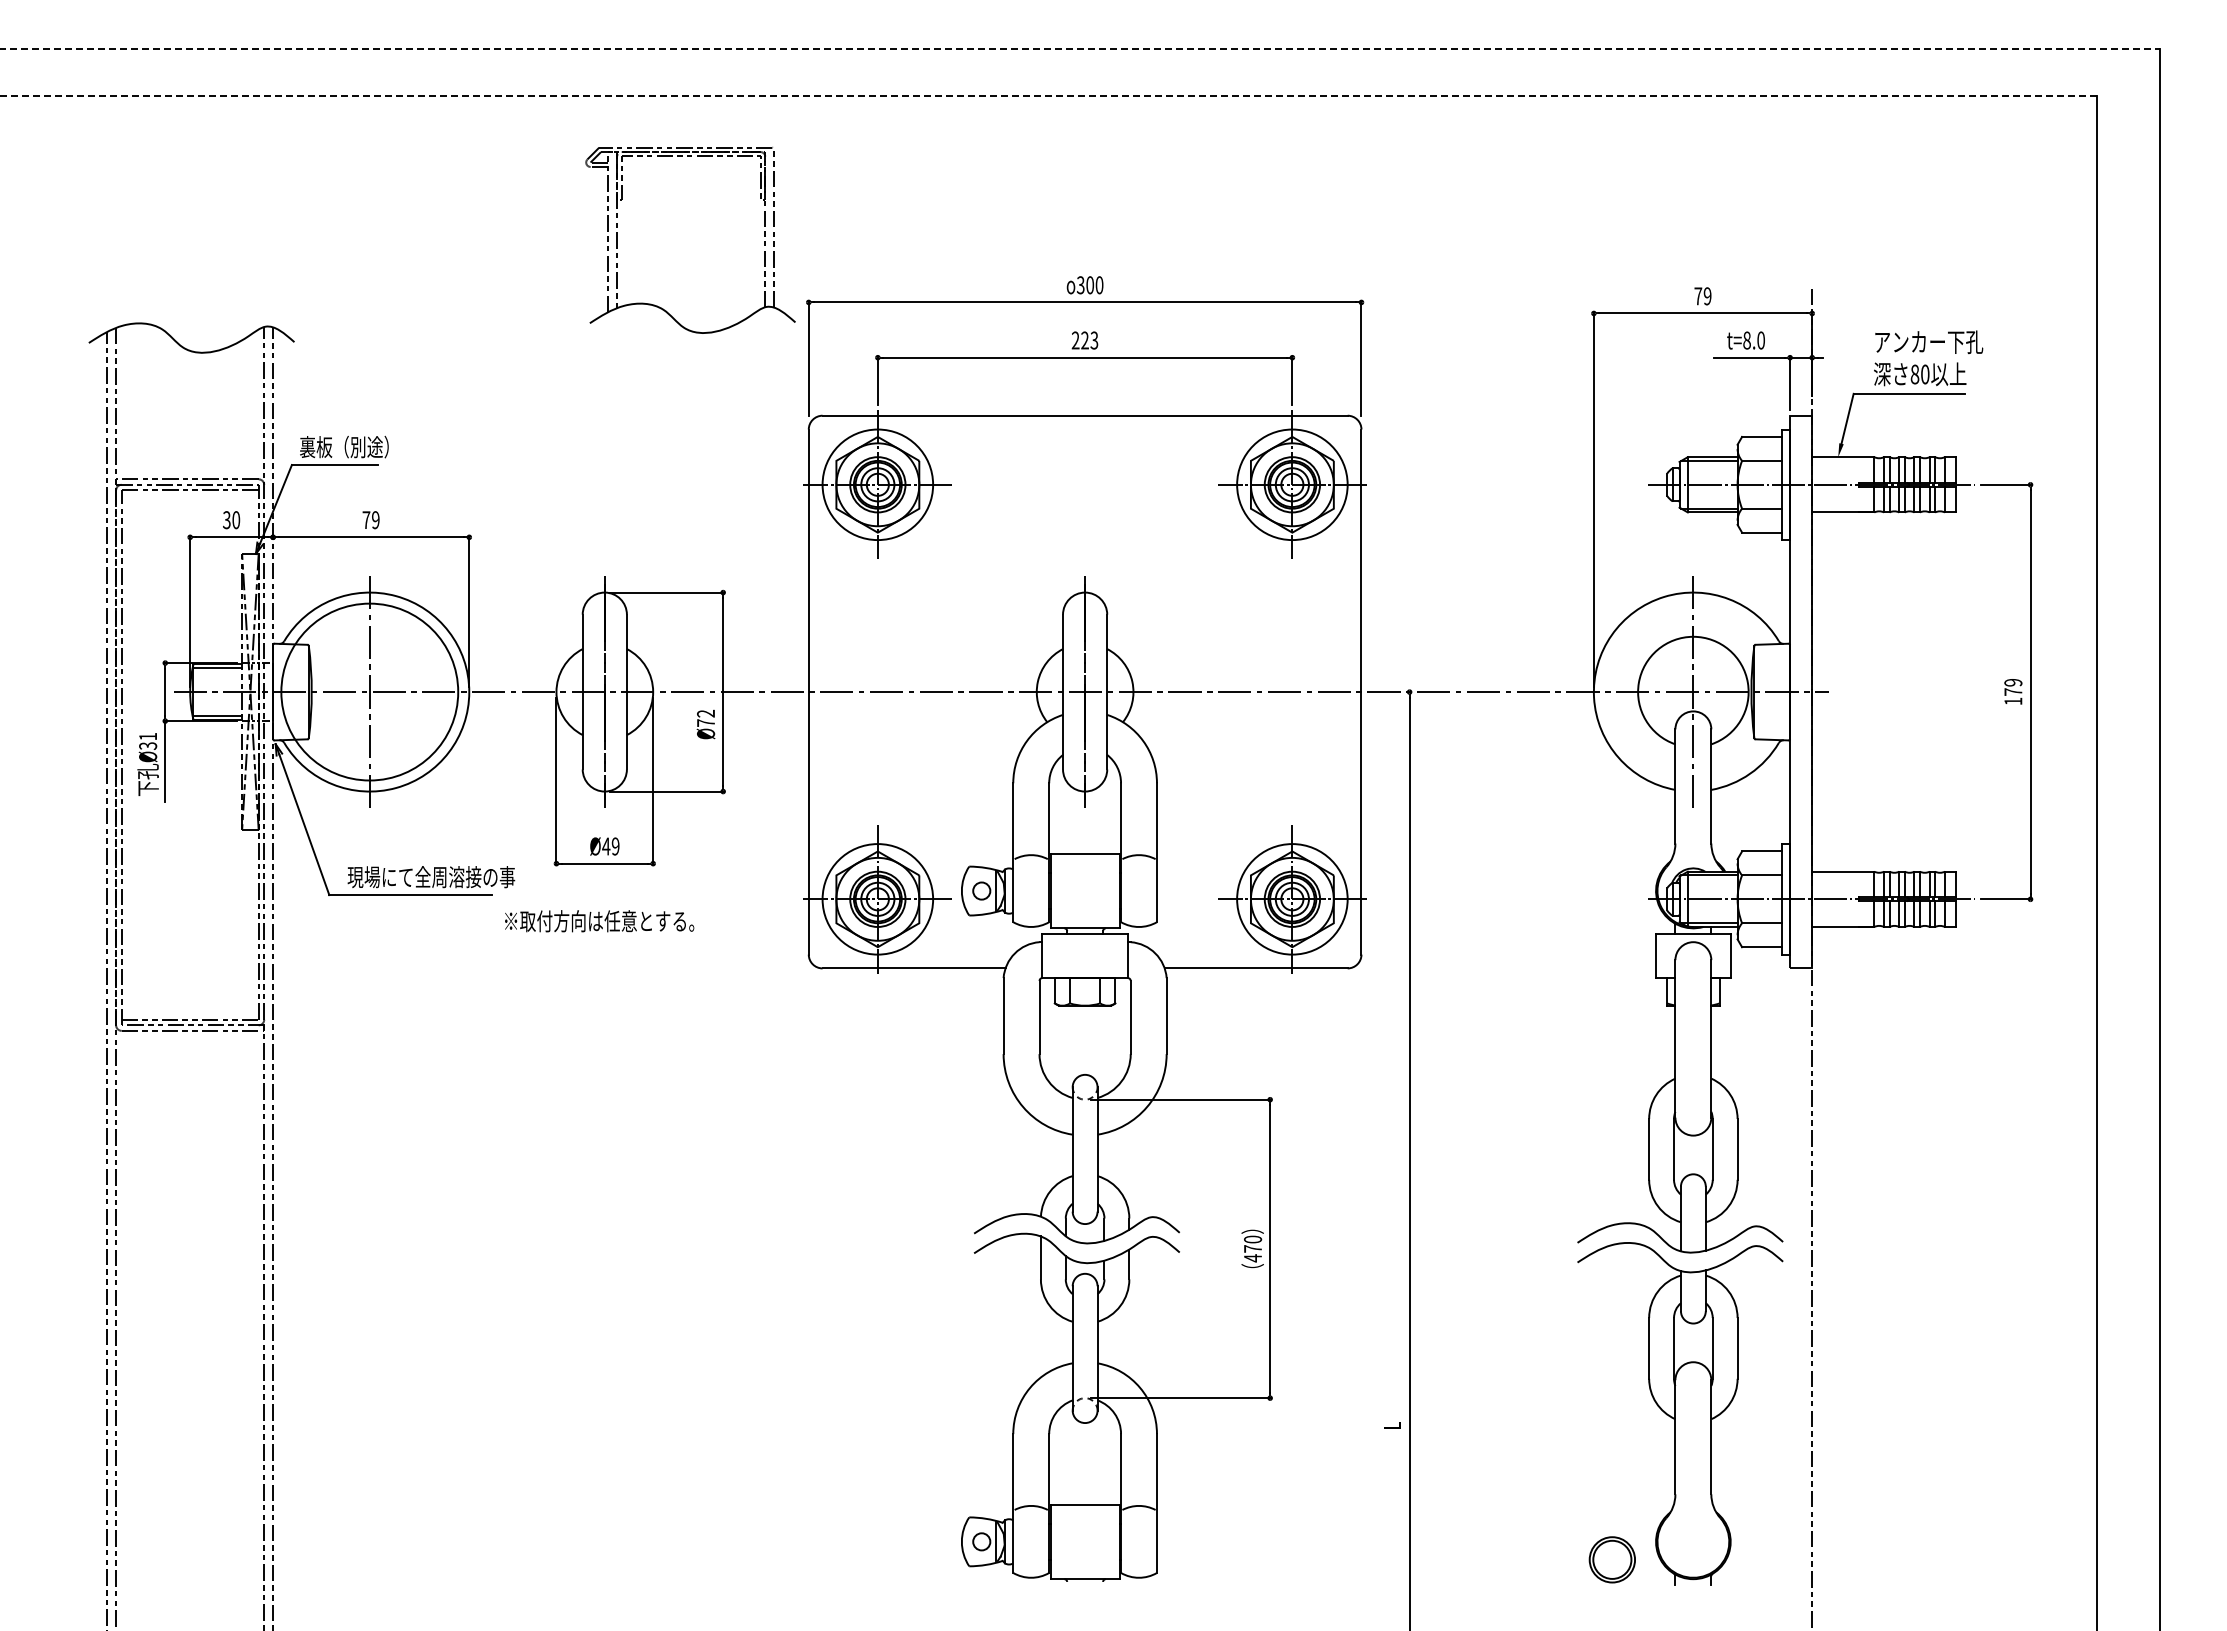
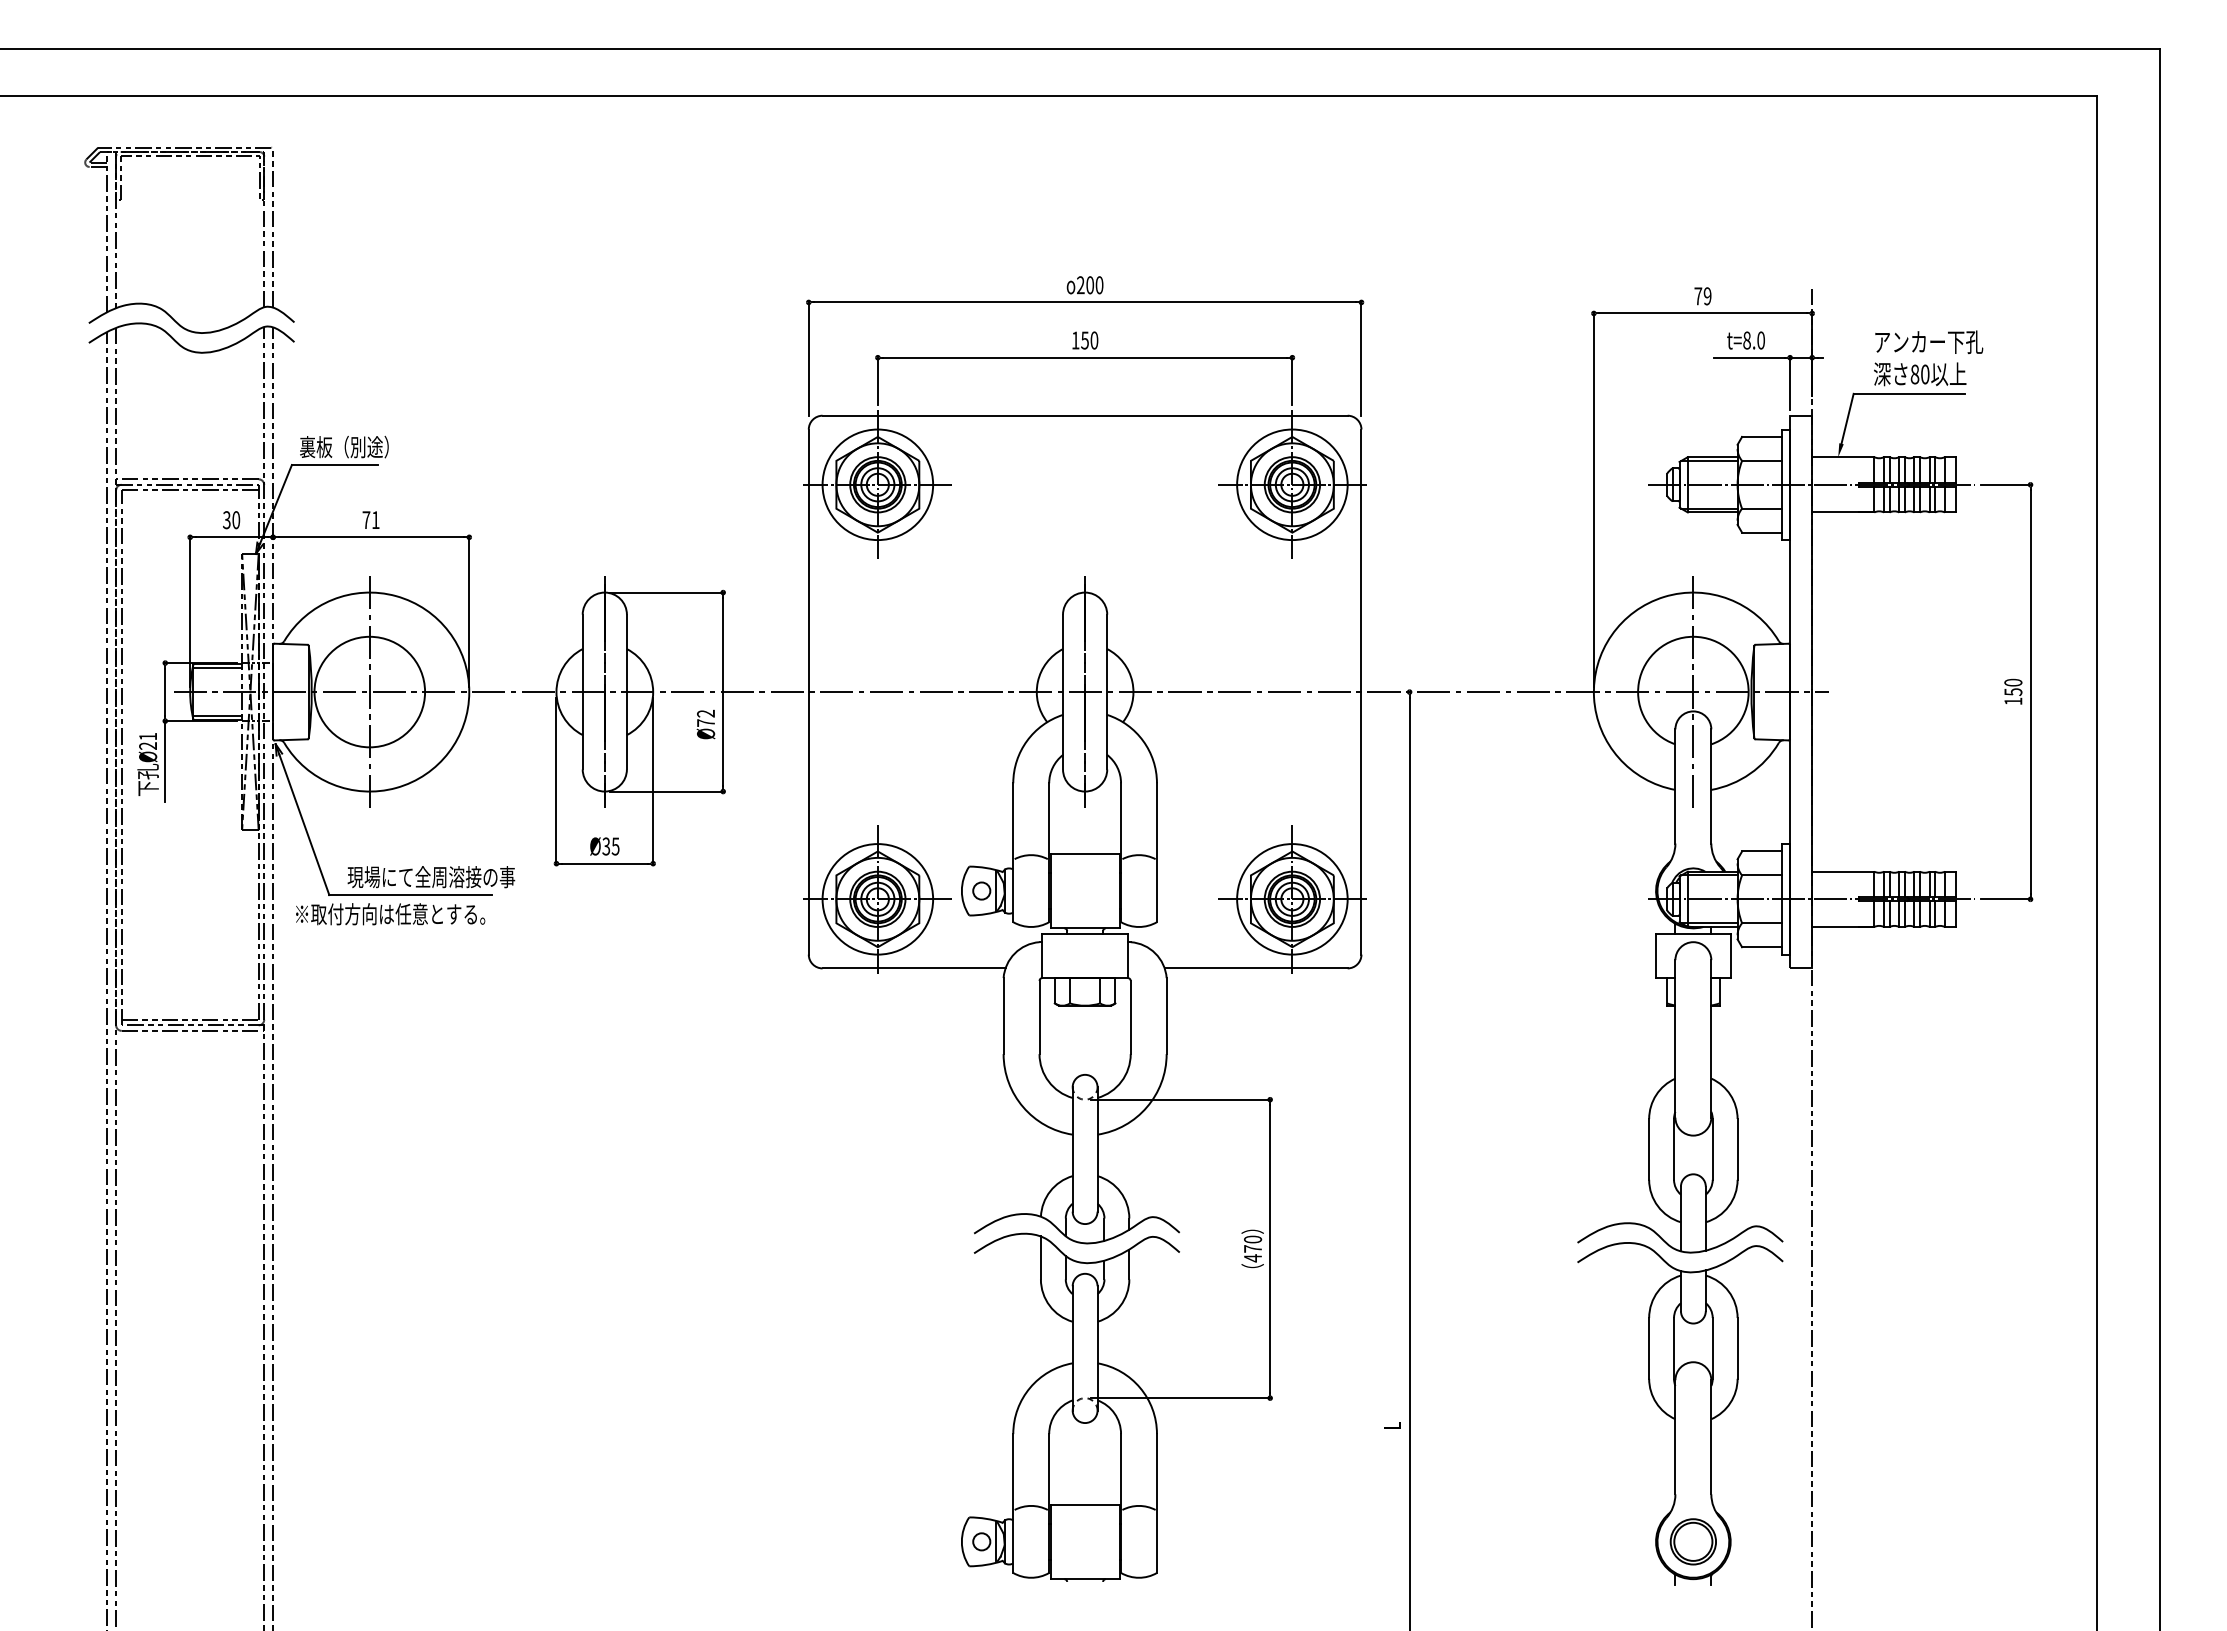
line at (1080, 49): dashed -> solid
line at (1048, 96): dashed -> solid
part at (617, 239) position: (617, 239) -> (116, 239)
text at (1080, 285): 300 -> 200
text at (1084, 340): 223 -> 150
text at (375, 520): 79 -> 71
text at (2013, 687): 179 -> 150
circle at (369, 691) diameter: 177 px -> 111 px
text at (148, 745): Ø31 -> Ø21
text at (610, 846): Ø49 -> Ø35
text at (599, 921) position: (599, 921) -> (390, 914)
part at (1611, 1559) position: (1611, 1559) -> (1692, 1541)
